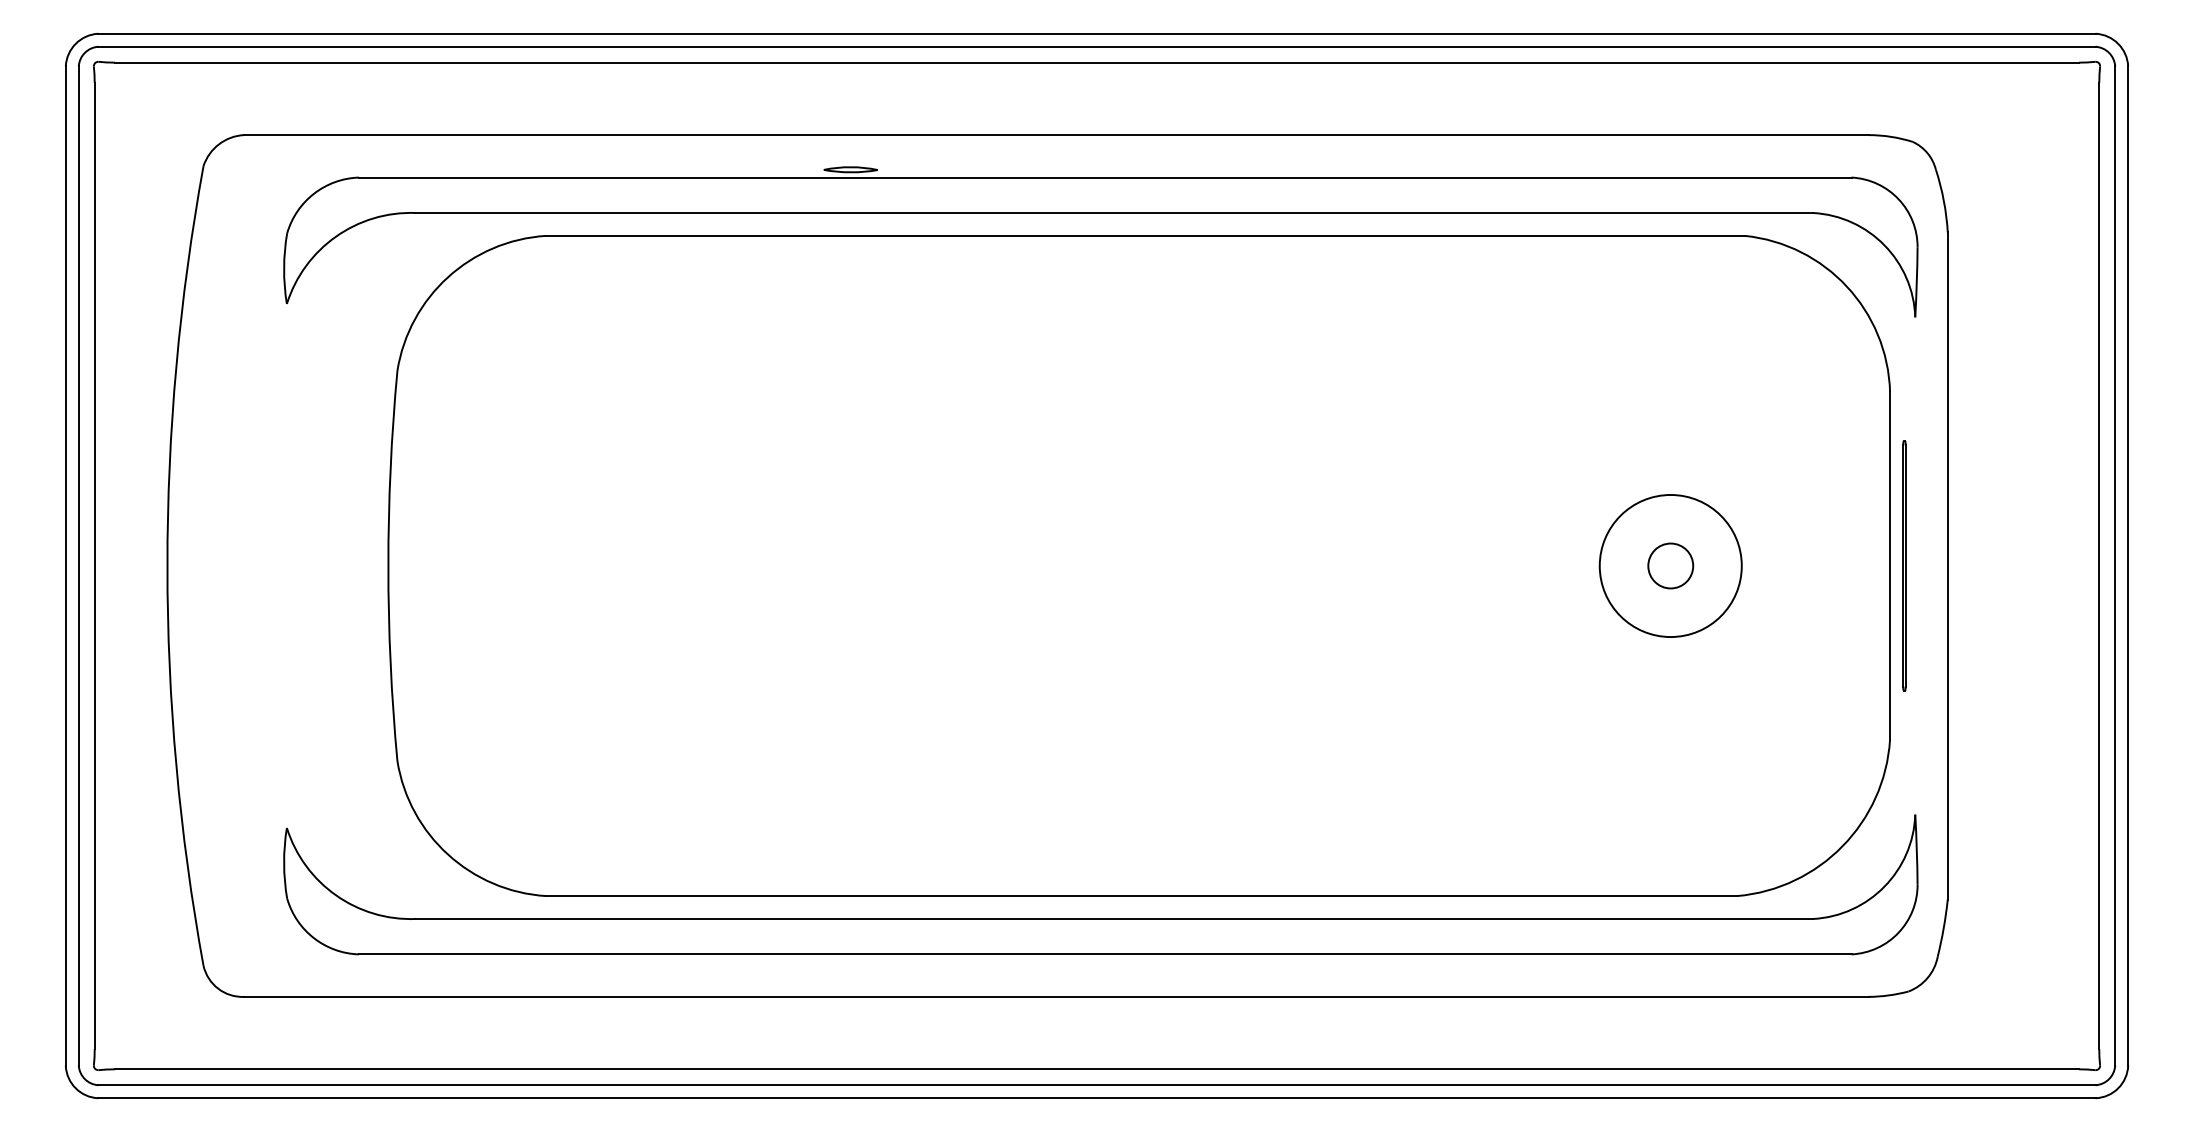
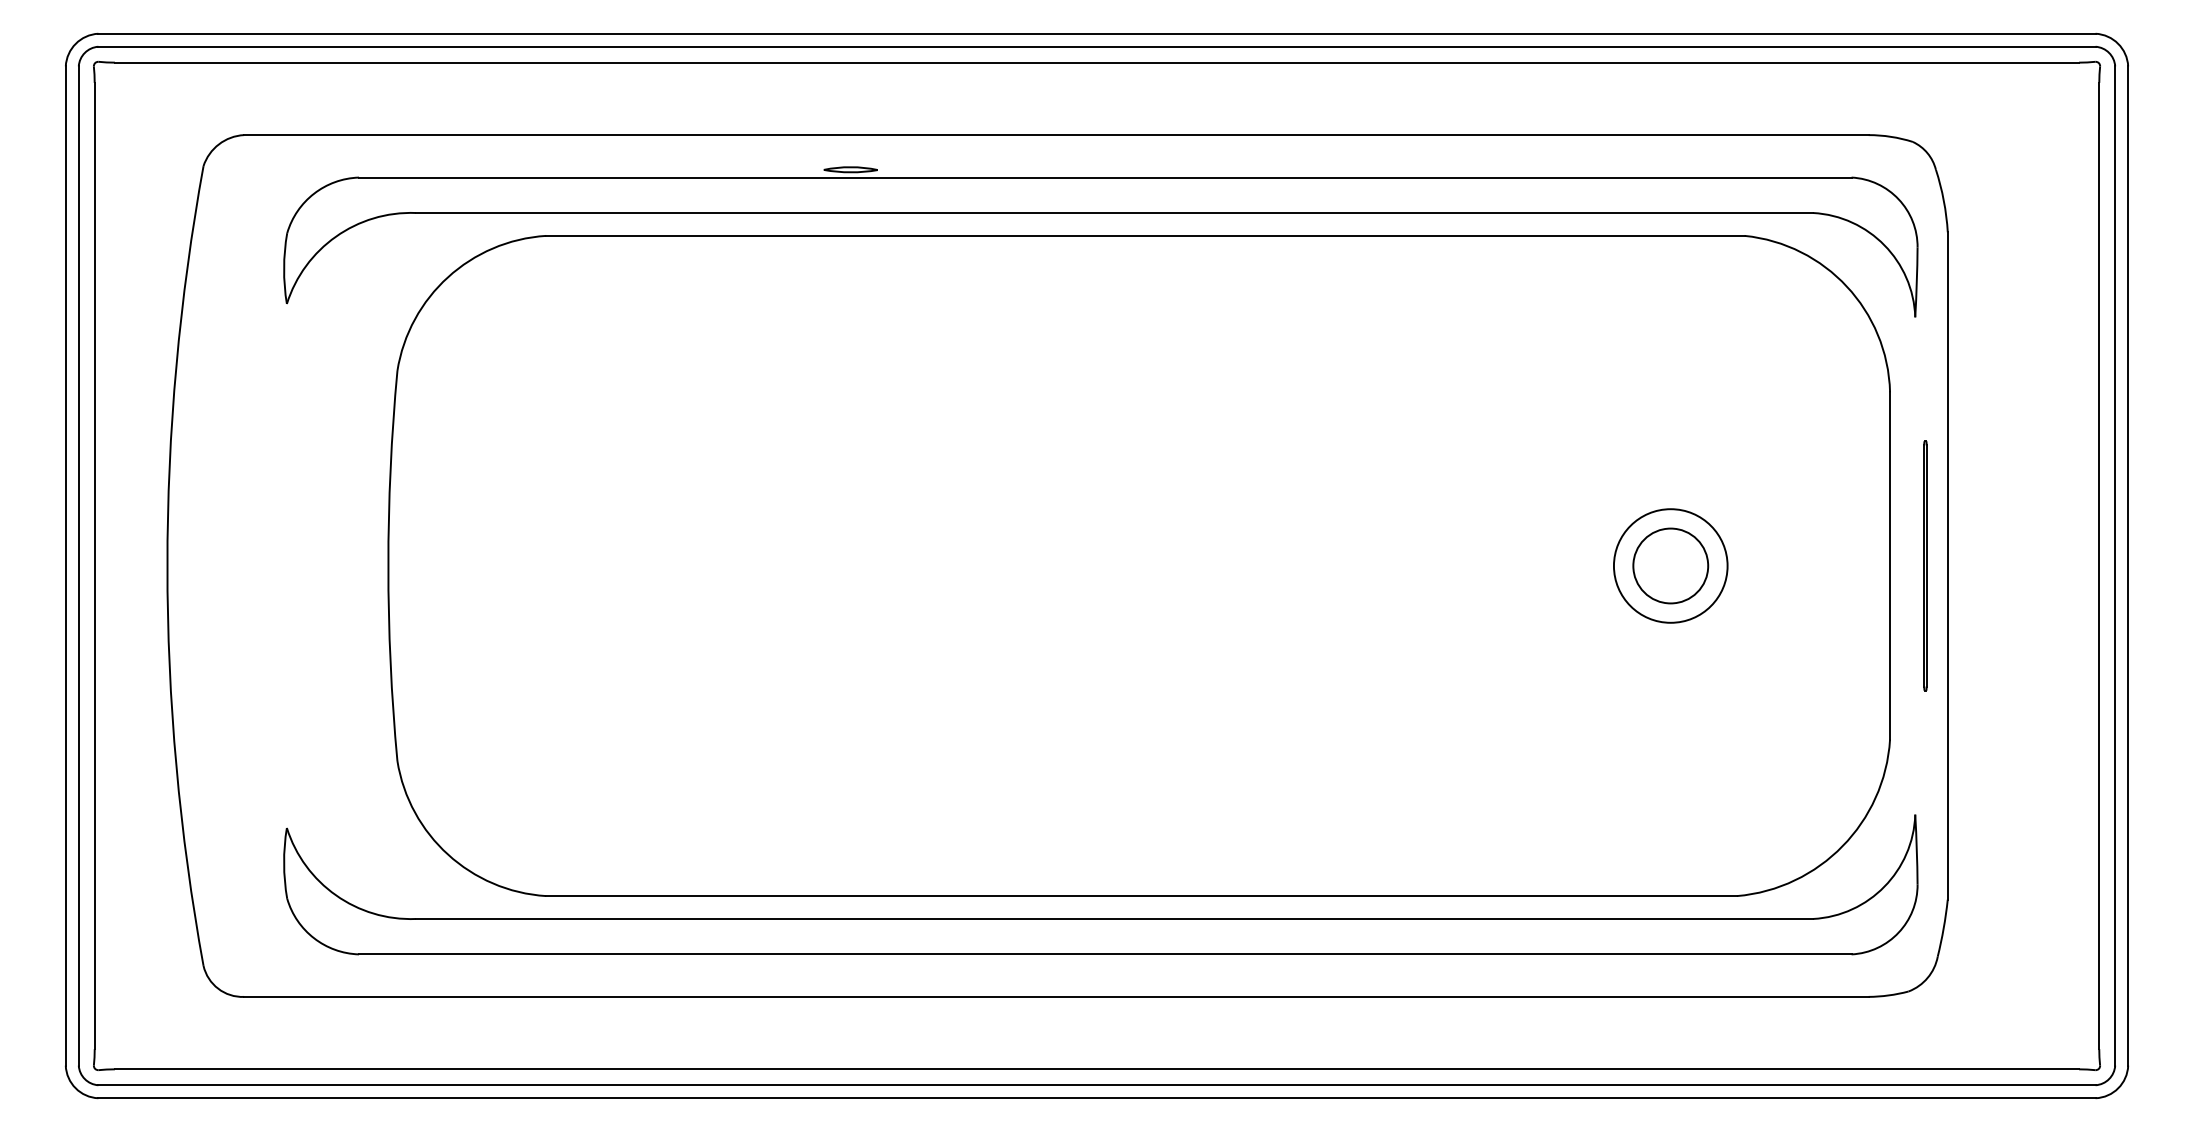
circle at (1670, 565) diameter: 142 px -> 114 px
circle at (1670, 565) diameter: 45 px -> 75 px
line at (1903, 565) position: (1903, 565) -> (1924, 565)
